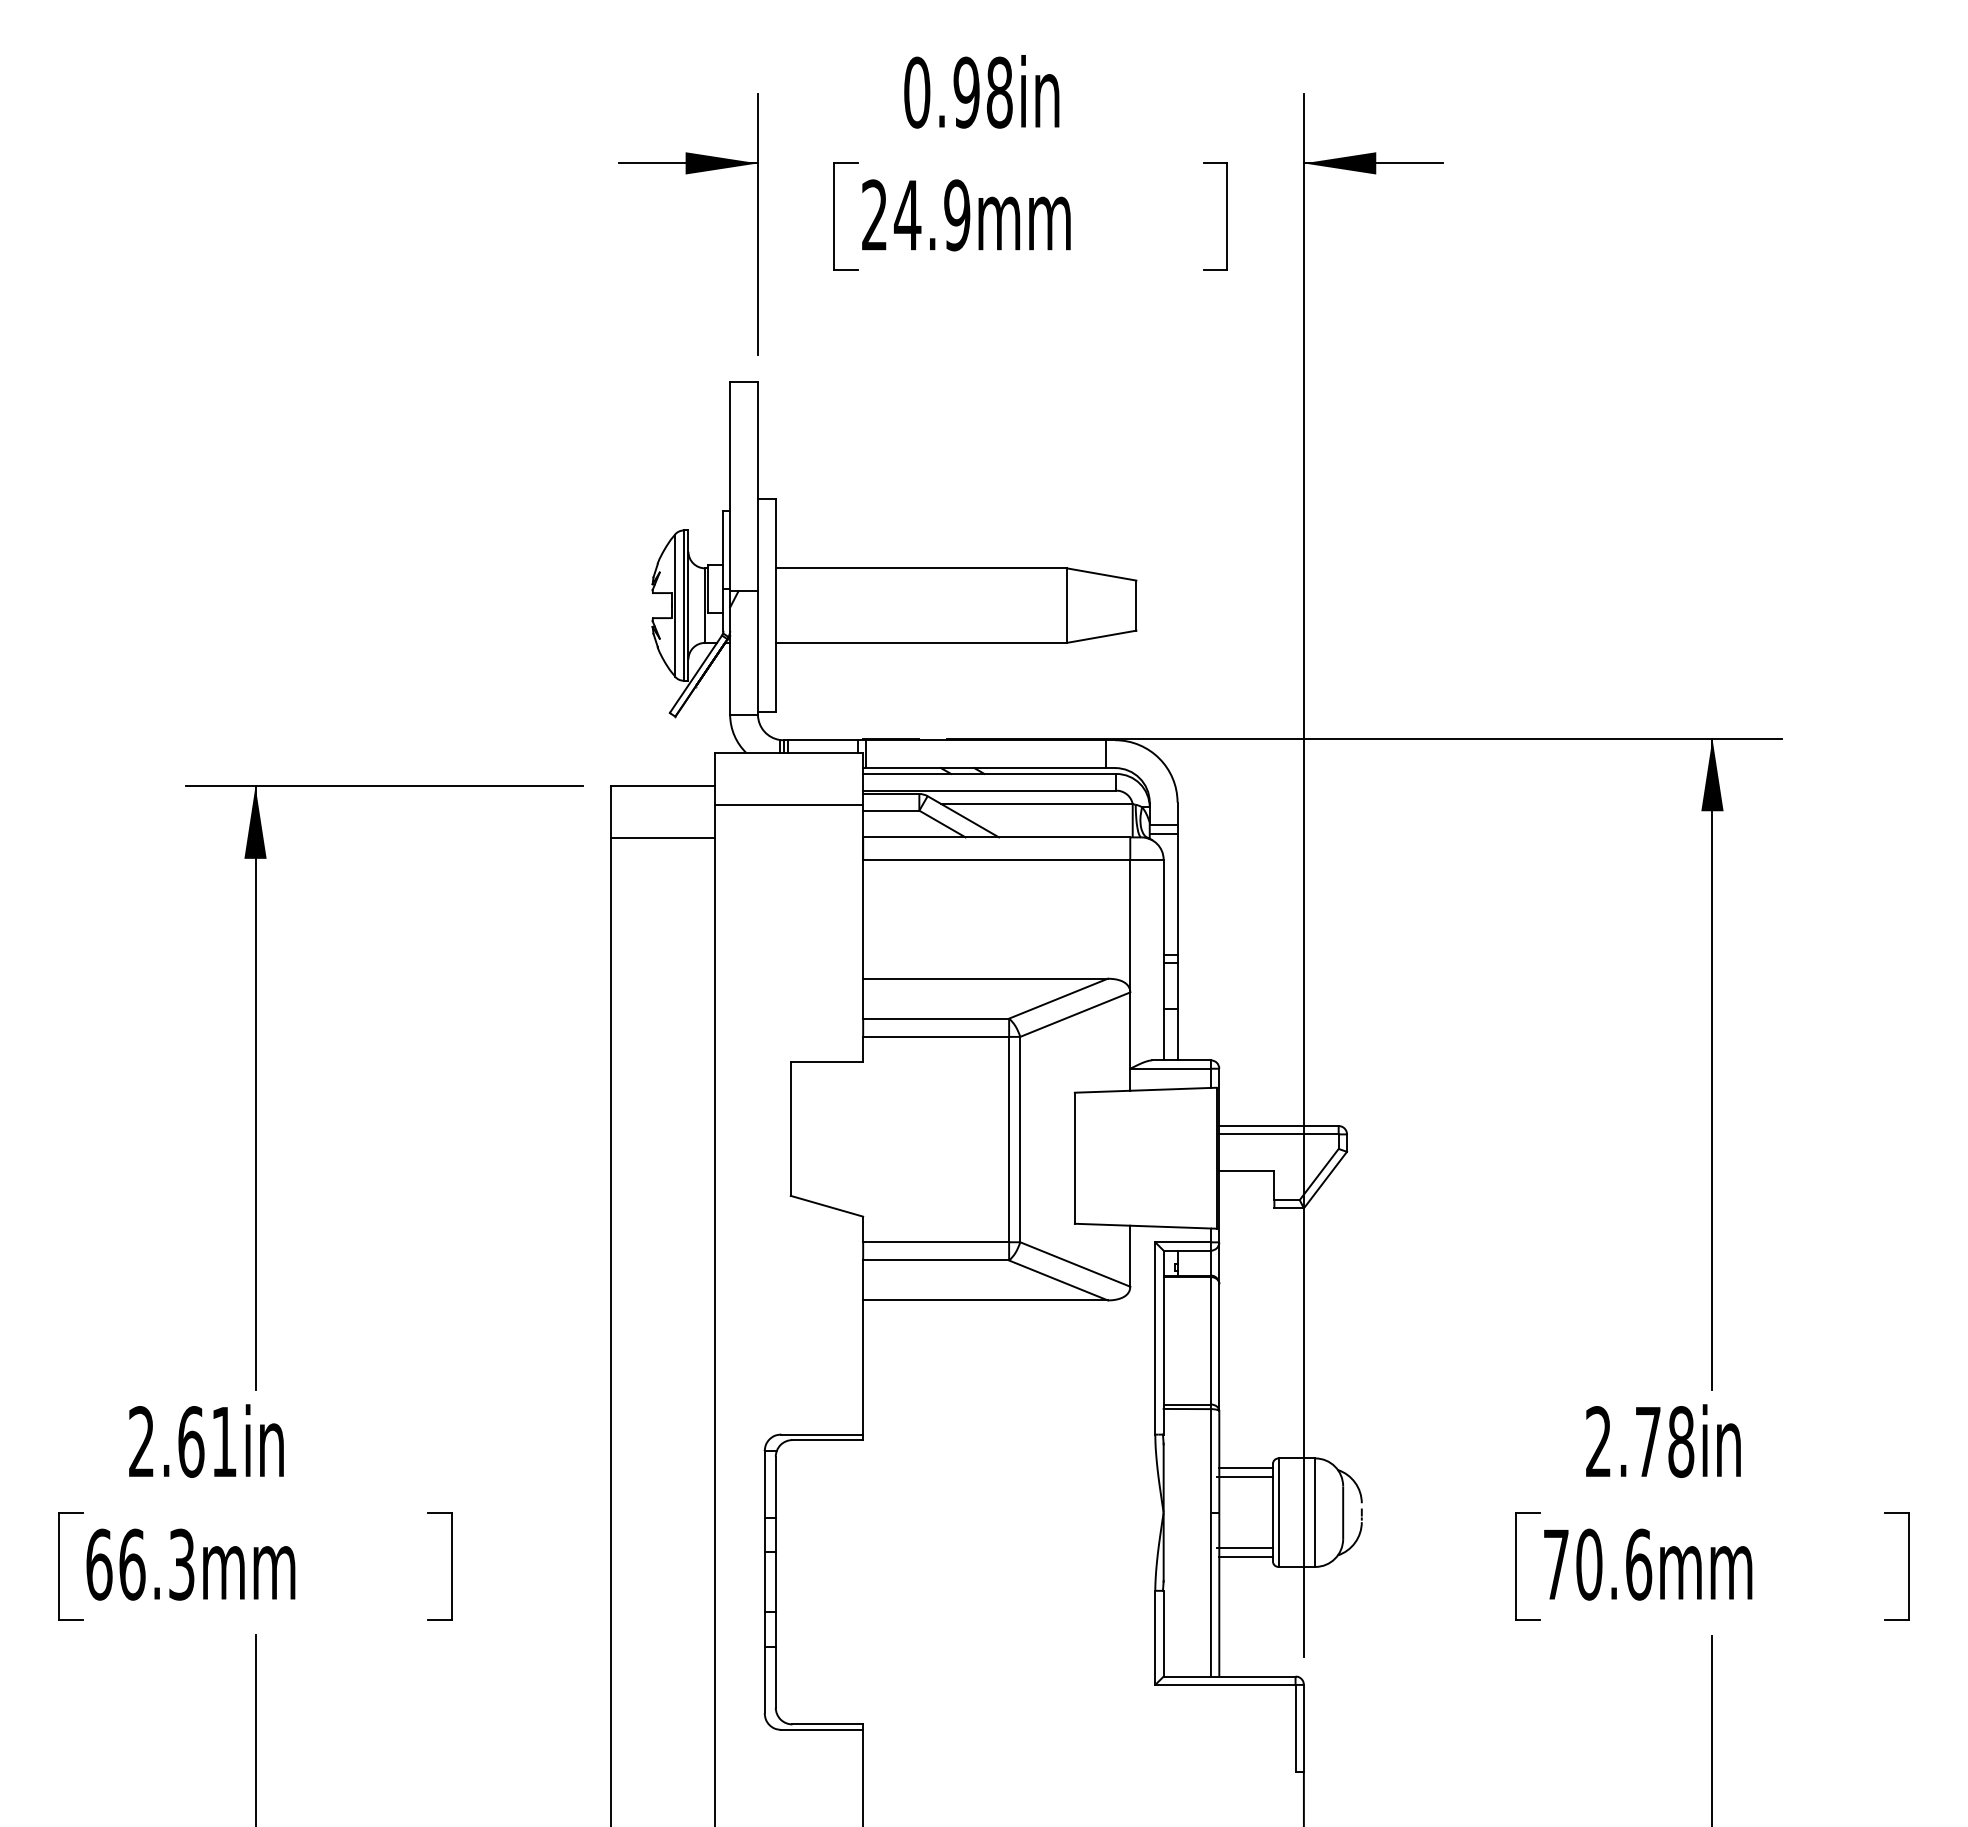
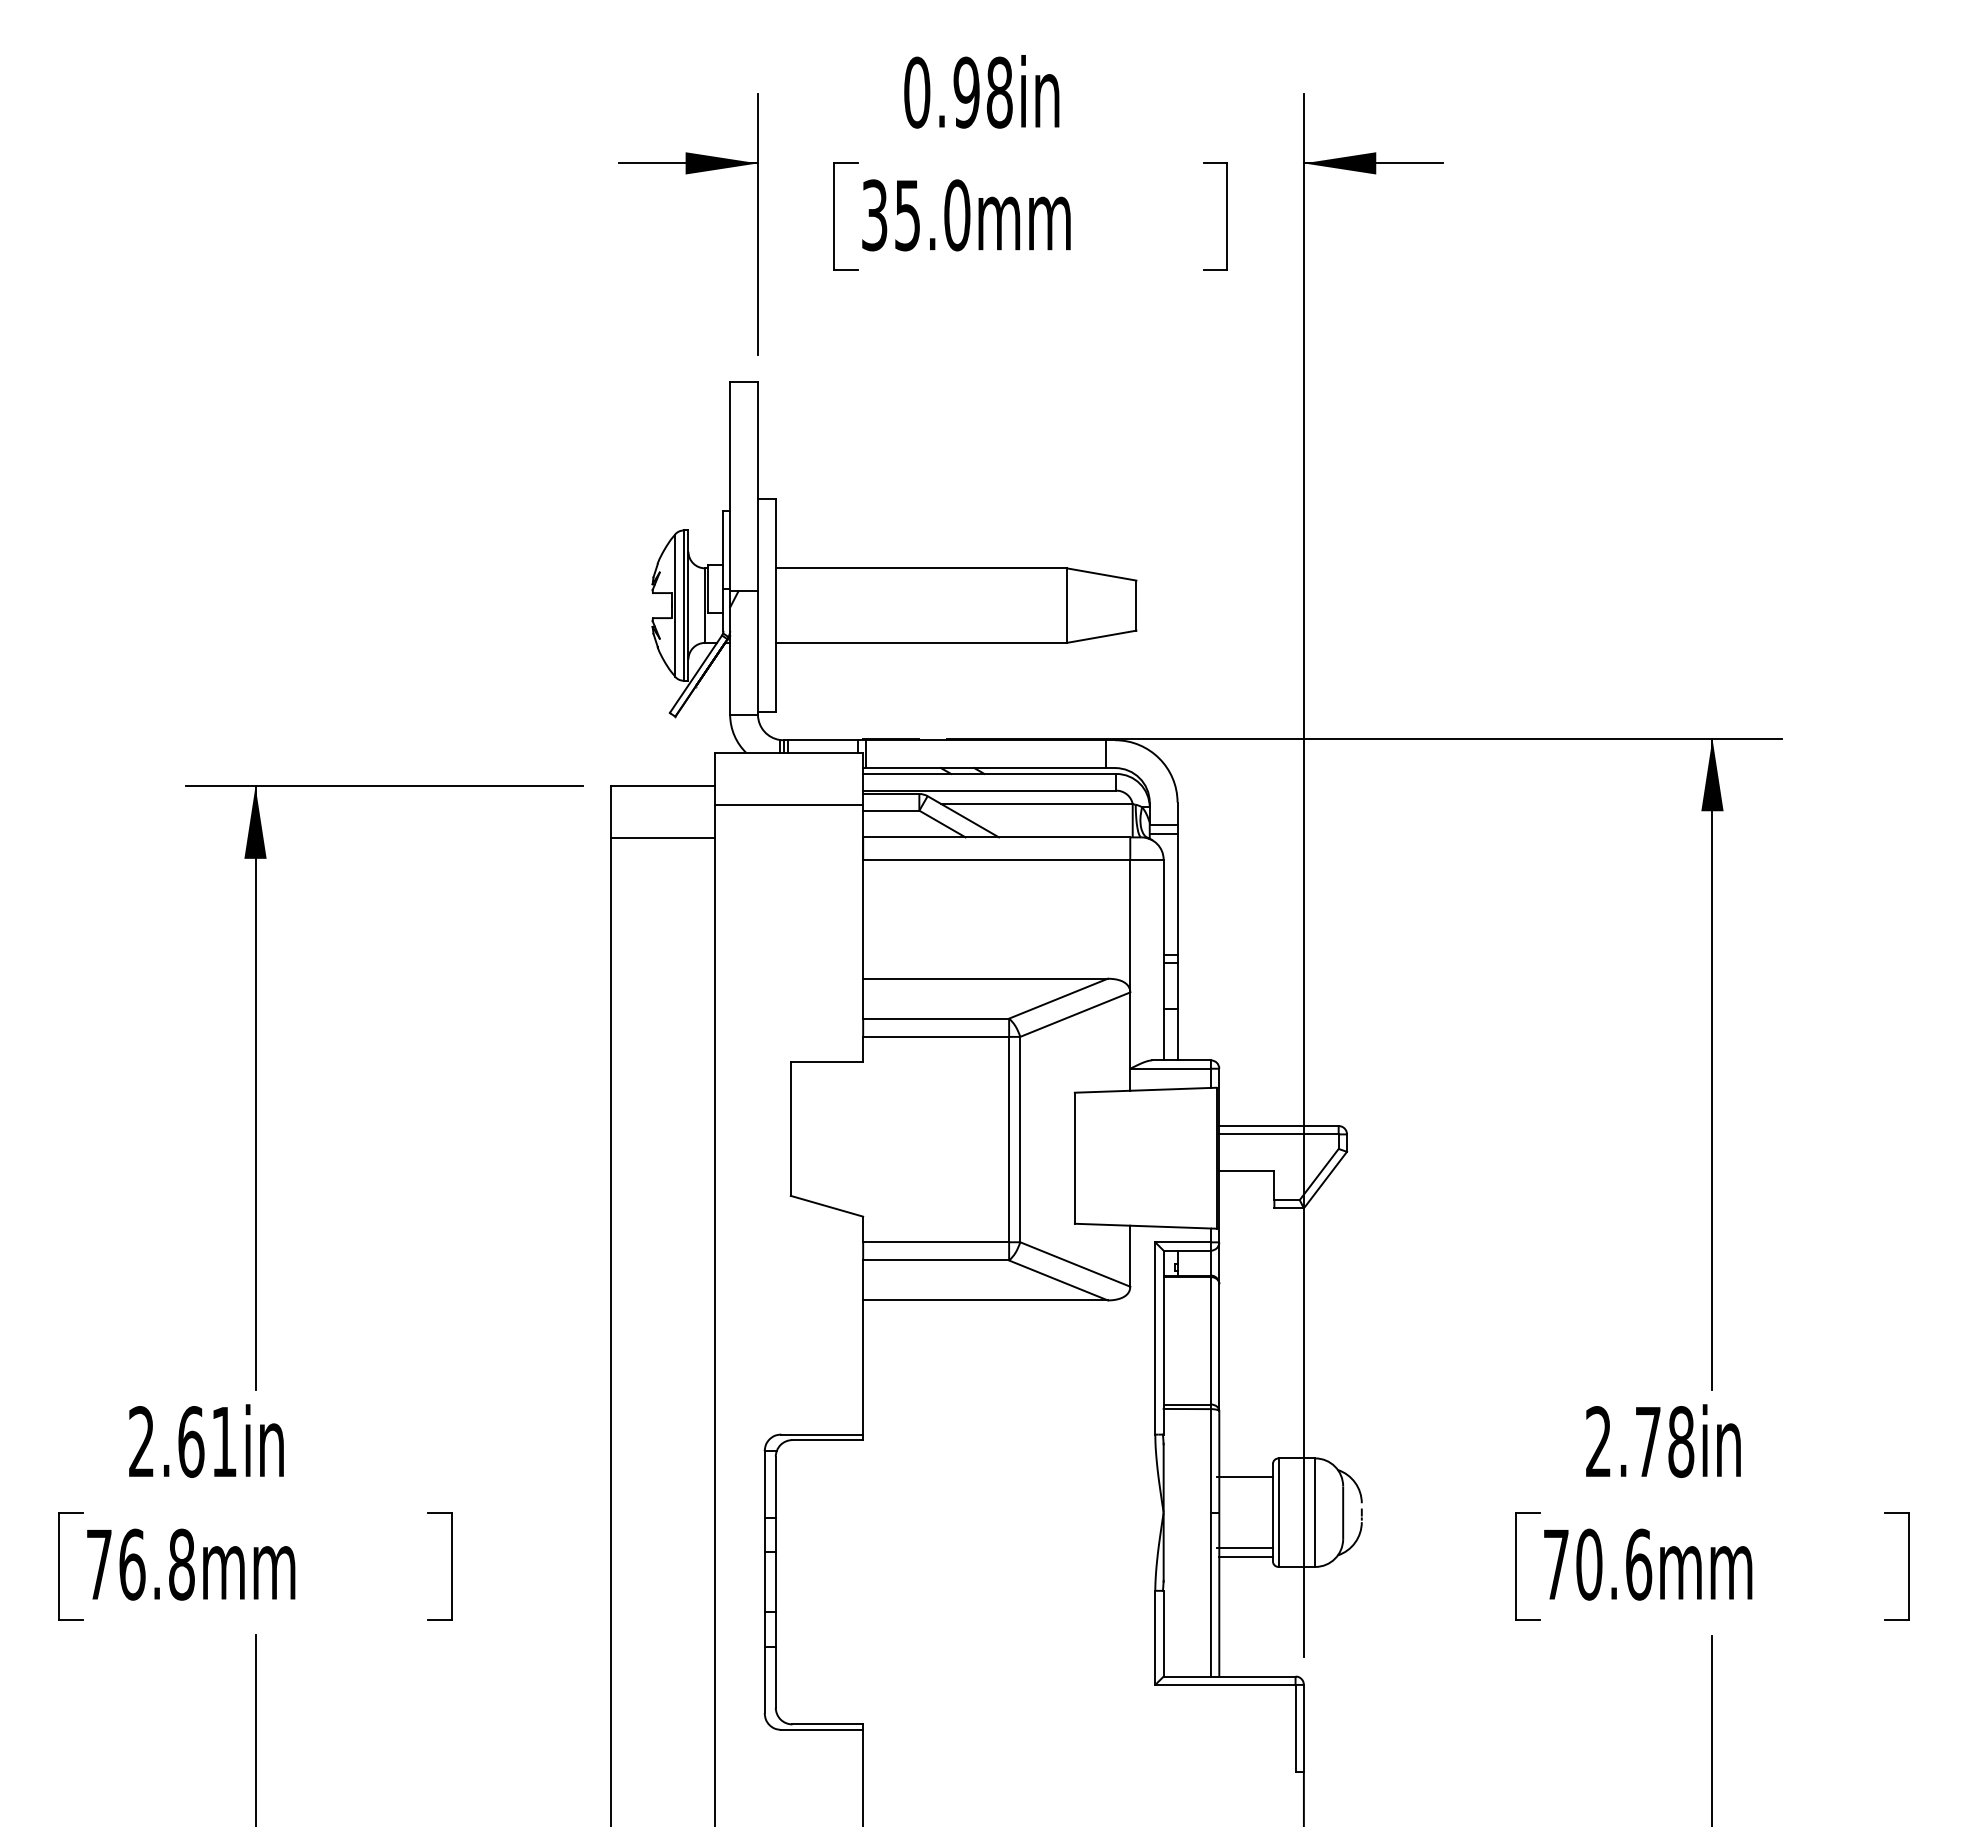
text at (916, 215): 24.9mm -> 35.0mm
line at (1245, 1468): present -> none
text at (140, 1564): 66.3mm -> 76.8mm
